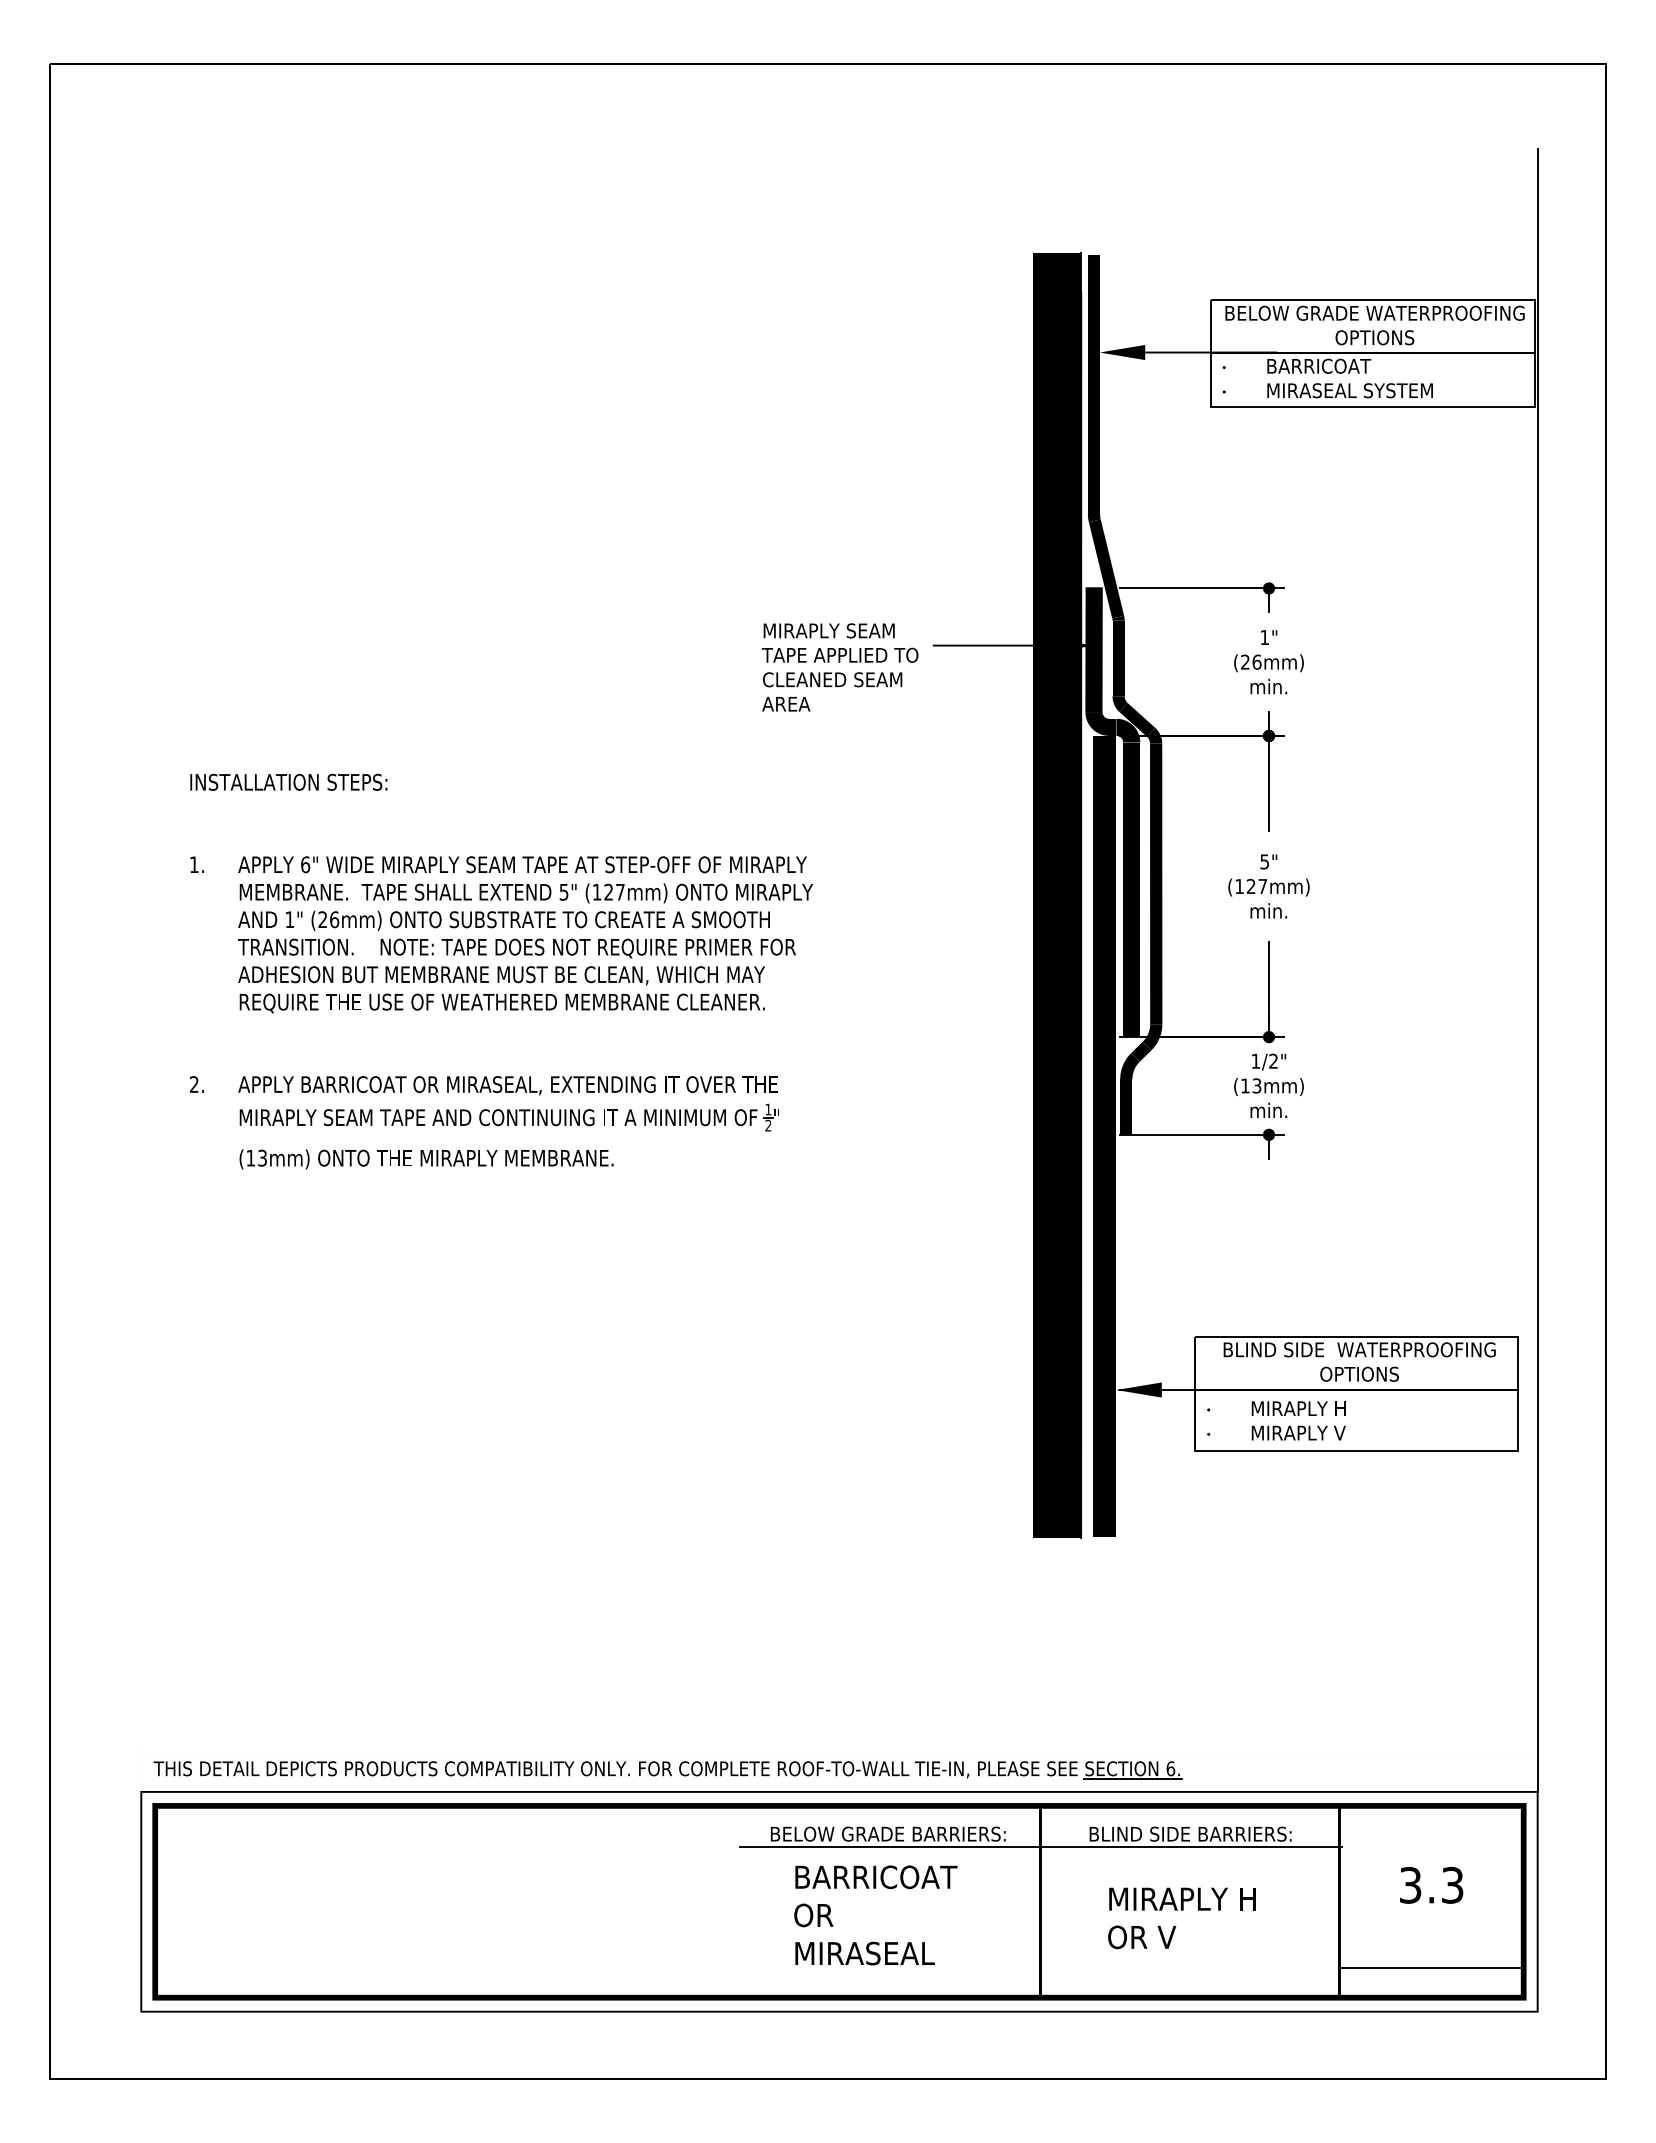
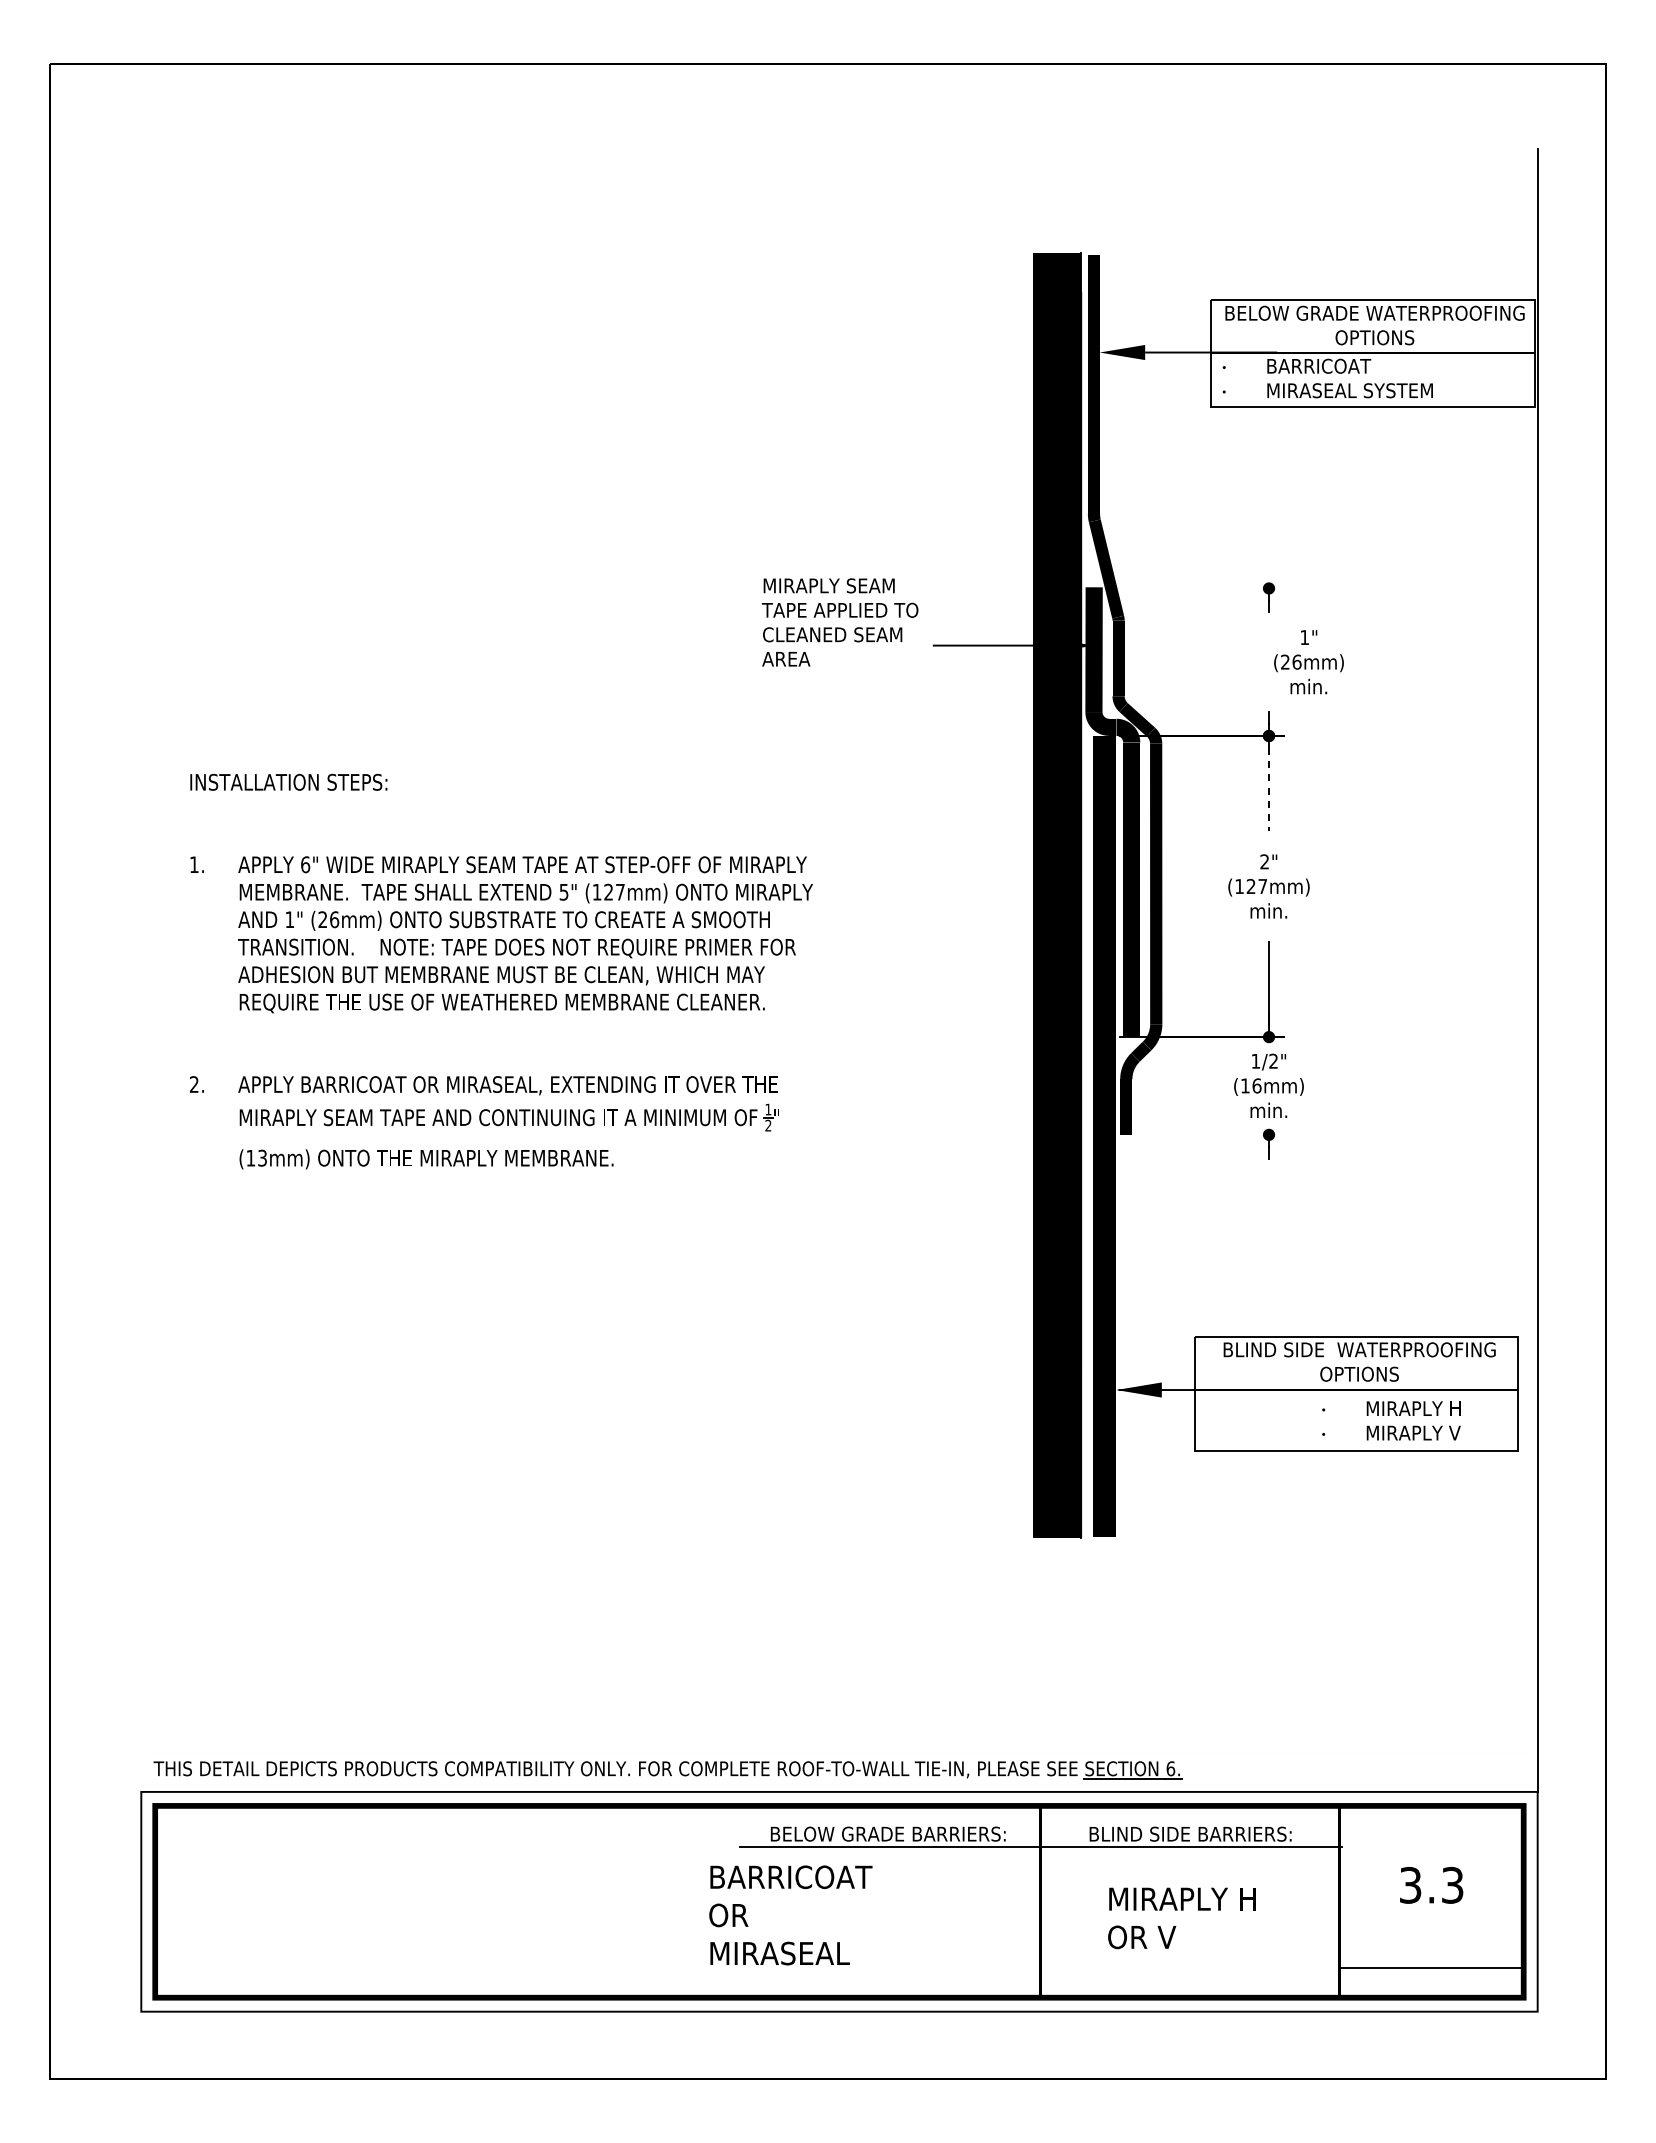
line at (1202, 588): present -> none
text at (1268, 662) position: (1268, 662) -> (1308, 662)
text at (840, 667) position: (840, 667) -> (840, 622)
line at (1269, 790): solid -> dashed
text at (1264, 861): 5" -> 2"
text at (1256, 1085): (13mm) -> (16mm)
line at (1202, 1134): present -> none
text at (1276, 1420) position: (1276, 1420) -> (1391, 1420)
text at (875, 1915) position: (875, 1915) -> (790, 1915)
